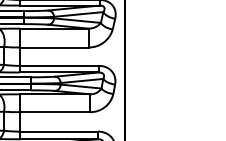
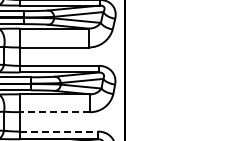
line at (54, 112): solid -> dashed
line at (59, 131): solid -> dashed
